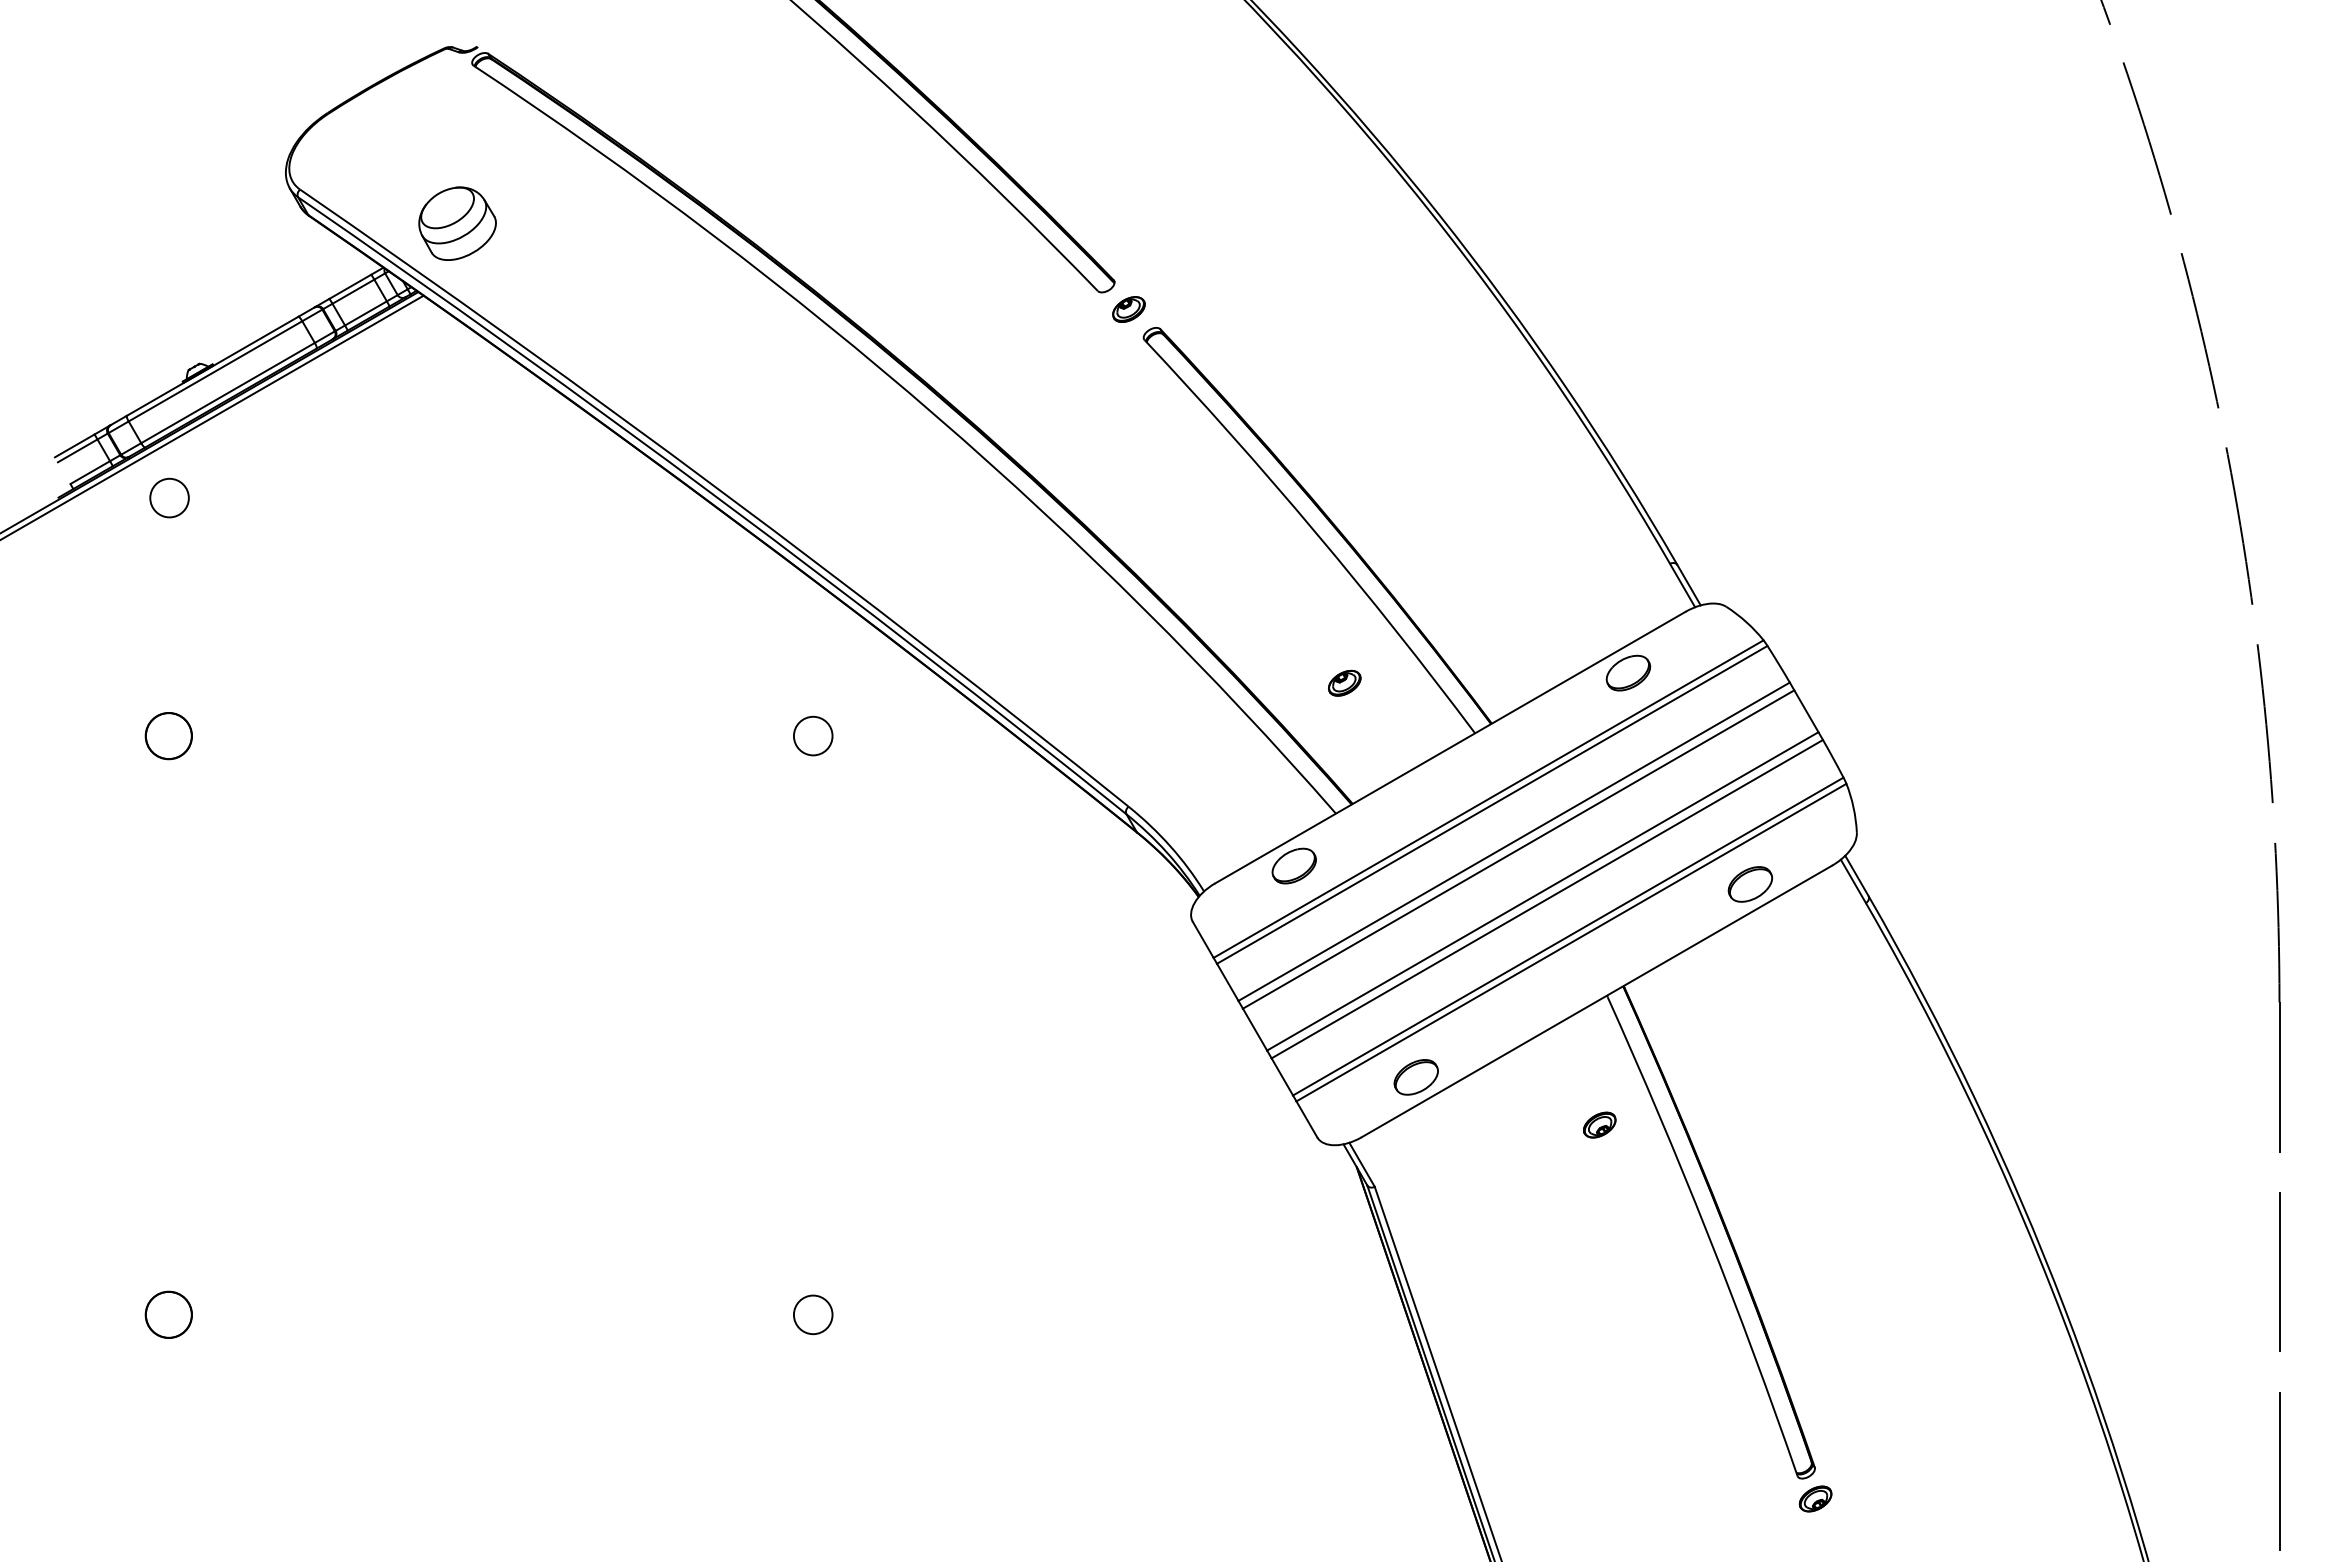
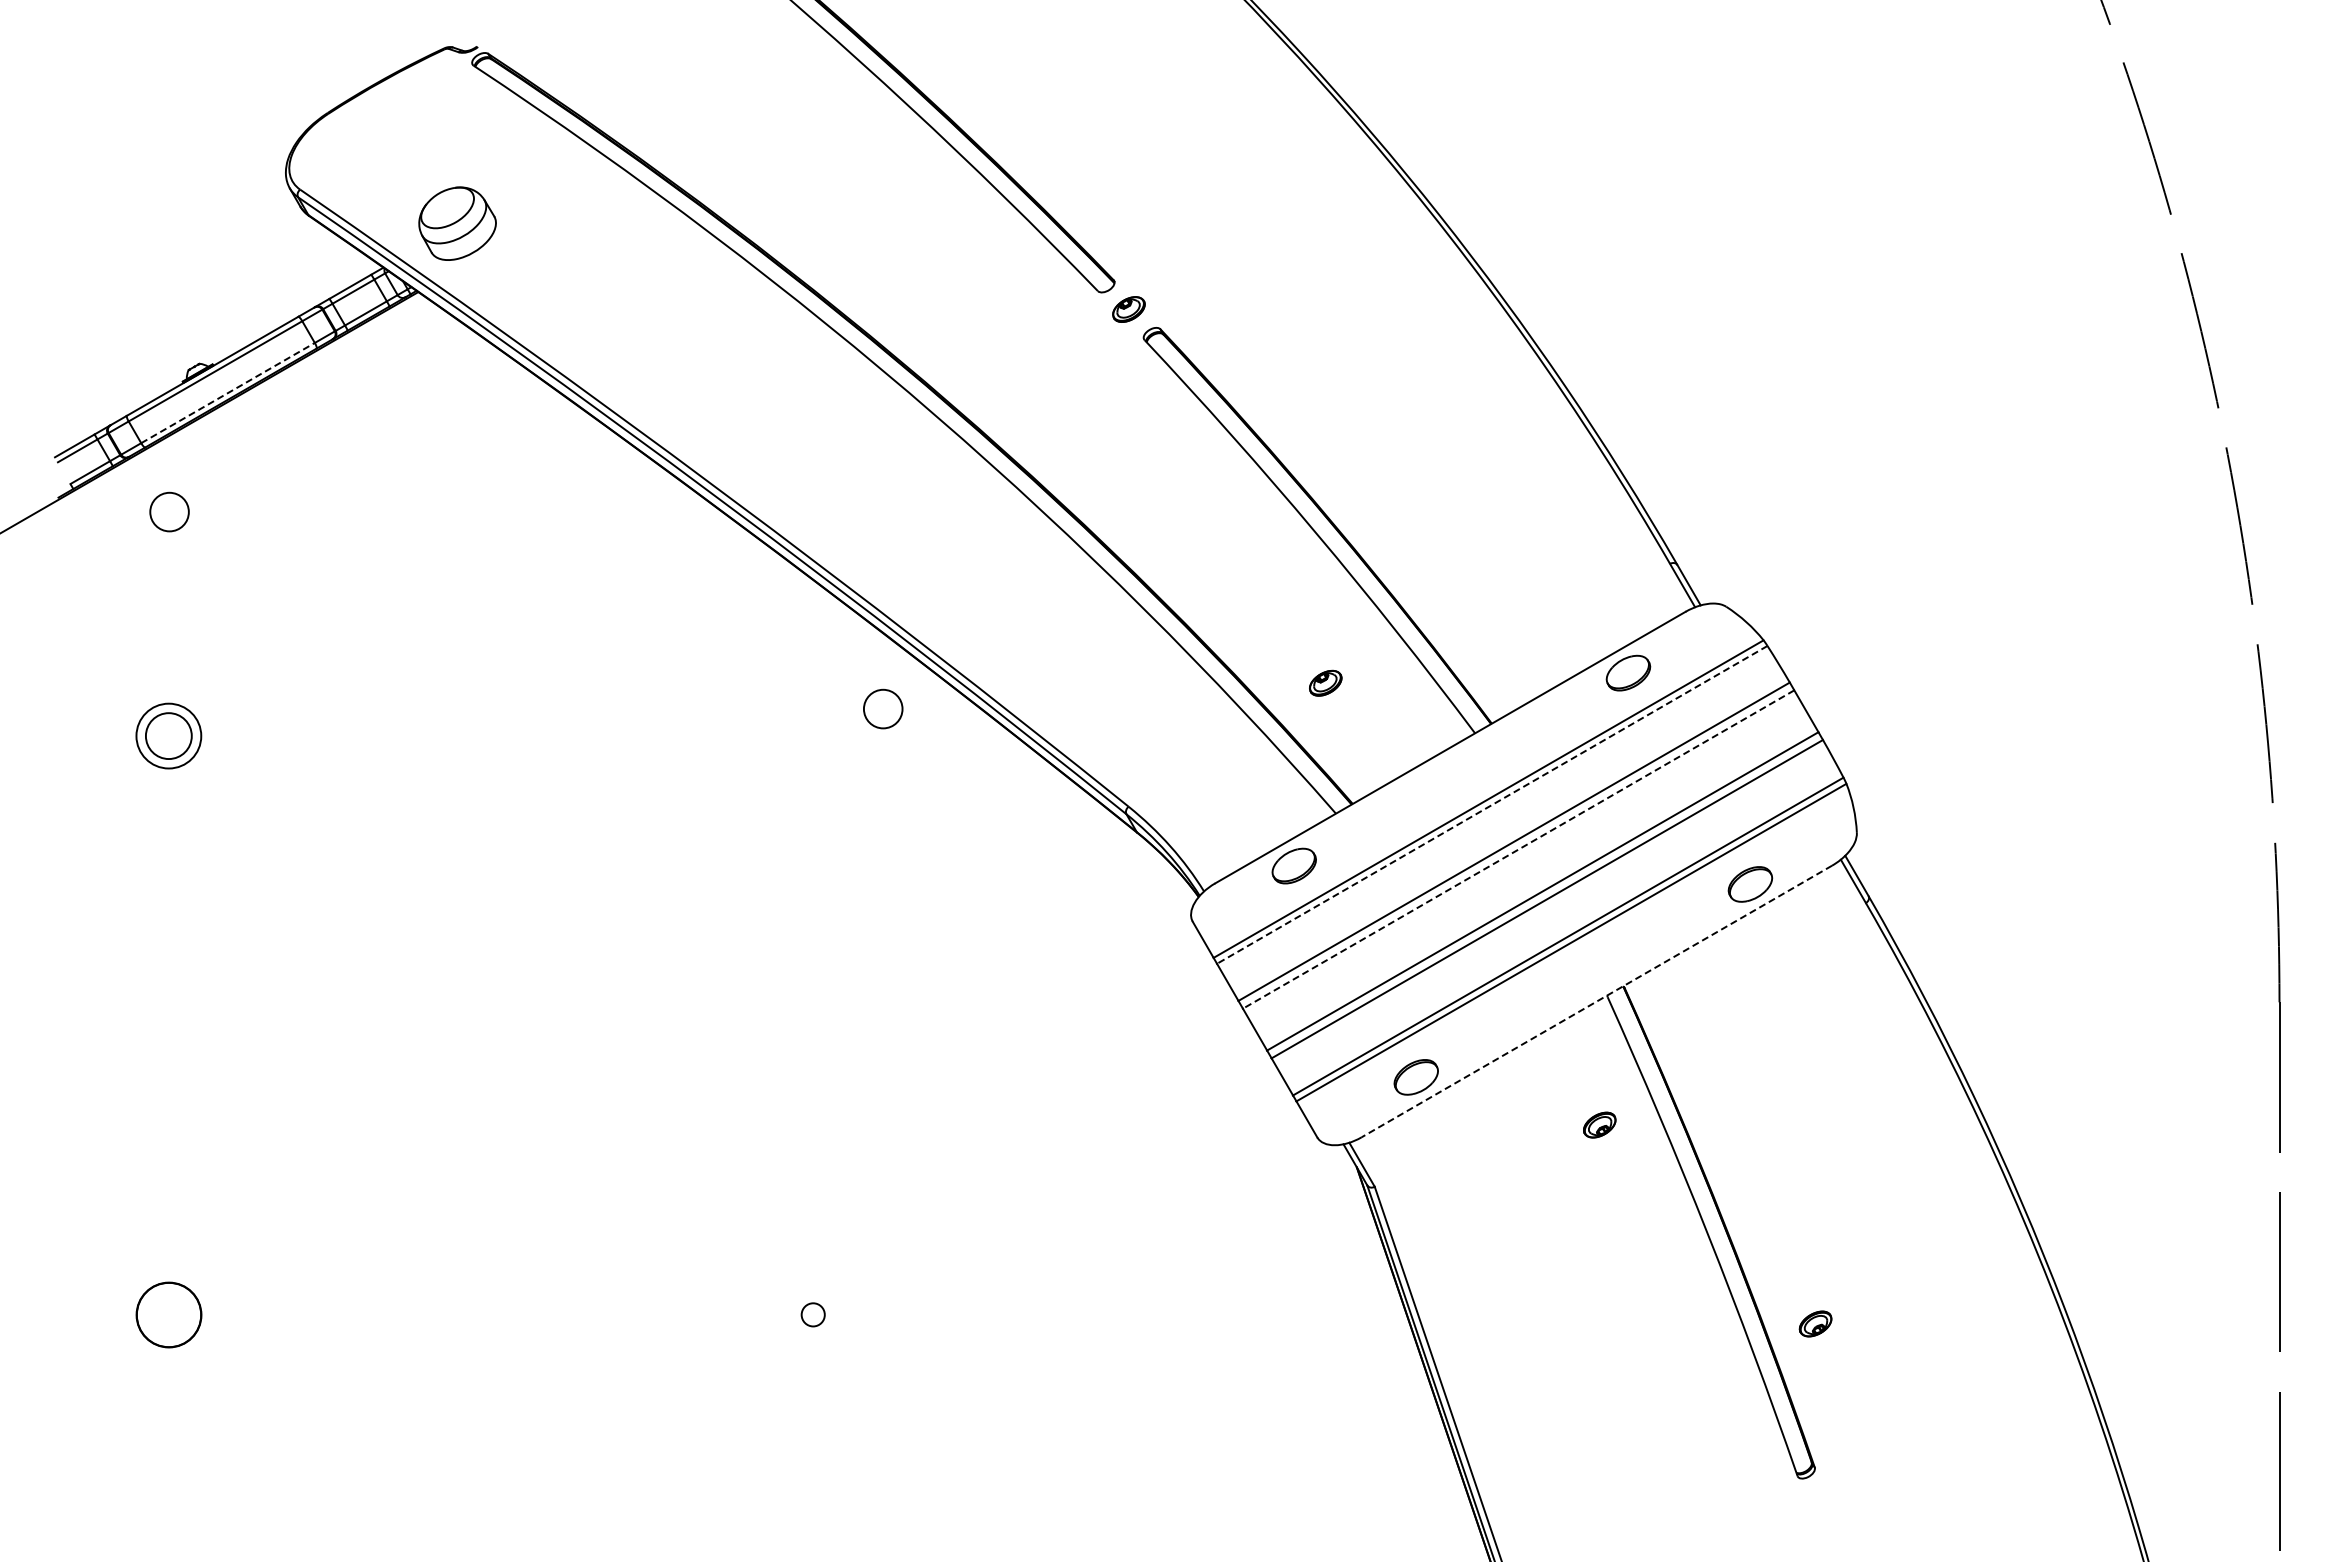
line at (228, 392): solid -> dashed
line at (212, 417): present -> none
circle at (169, 497) position: (169, 497) -> (169, 511)
part at (1344, 682) position: (1344, 682) -> (1325, 682)
circle at (168, 735) diameter: 46 px -> 65 px
circle at (813, 735) position: (813, 735) -> (883, 708)
line at (1492, 804): solid -> dashed
line at (1518, 849): solid -> dashed
line at (1596, 1001): solid -> dashed
circle at (168, 1314) size: 49x49 px -> 68x68 px
circle at (812, 1314) diameter: 39 px -> 23 px
part at (1815, 1498) position: (1815, 1498) -> (1815, 1323)
